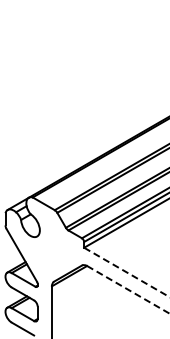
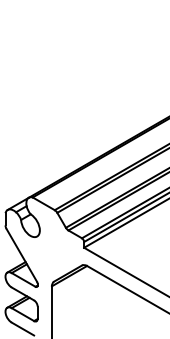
line at (127, 272): dashed -> solid
line at (128, 289): dashed -> solid
